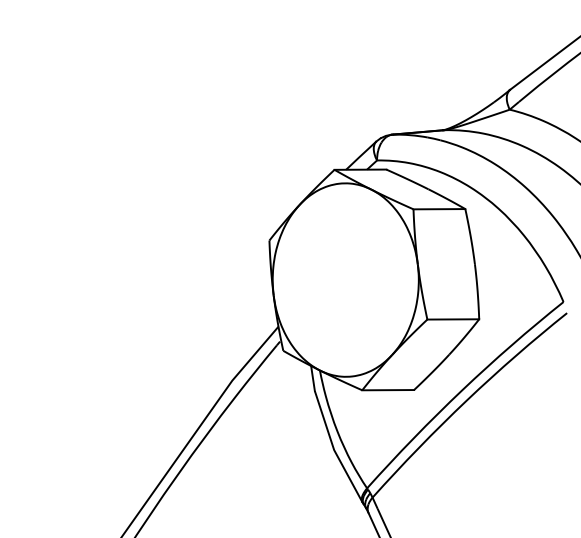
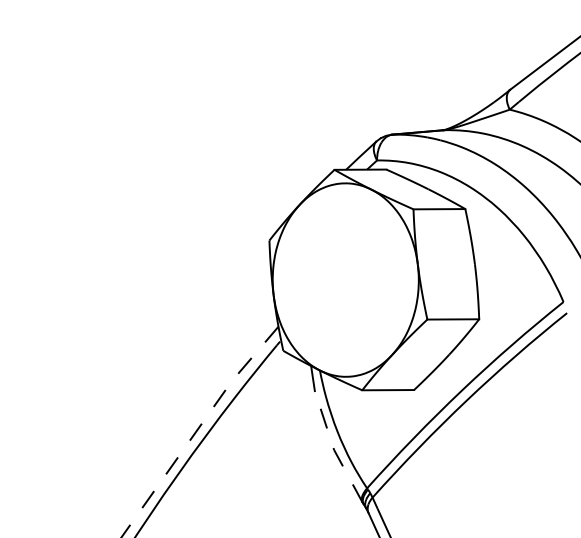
line at (197, 430): solid -> dashed
line at (333, 449): solid -> dashed
